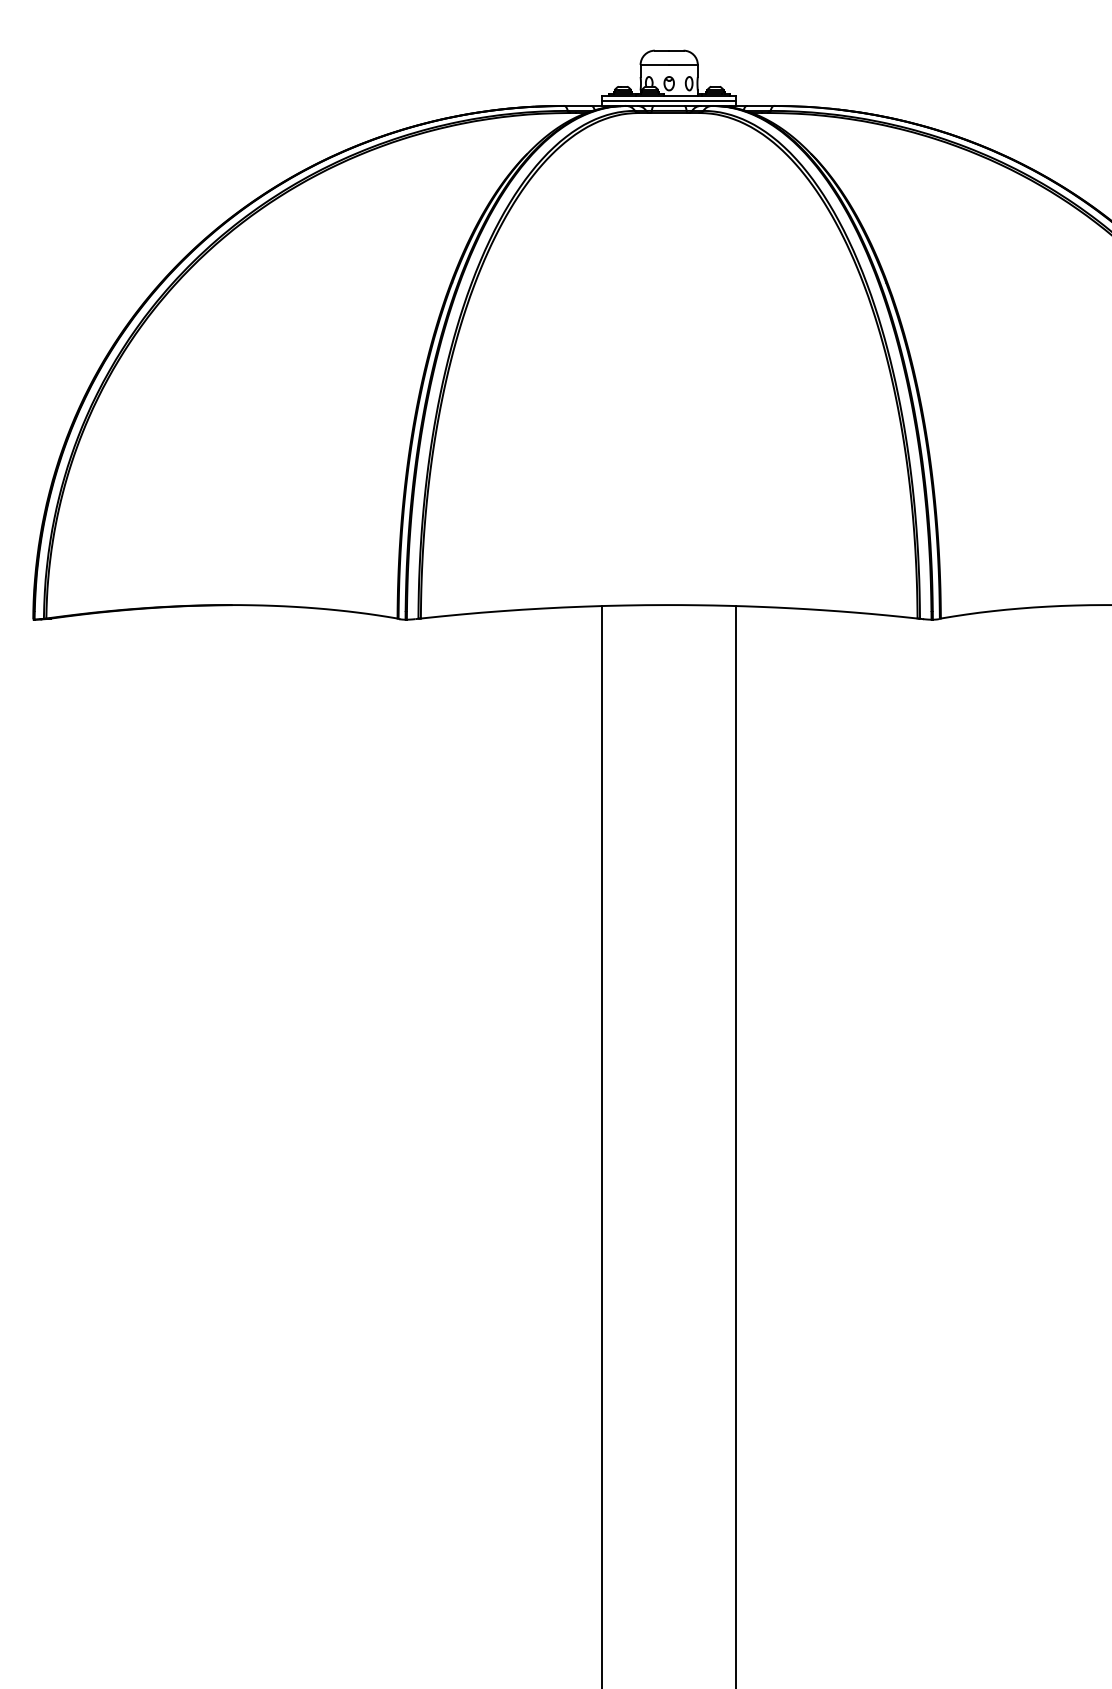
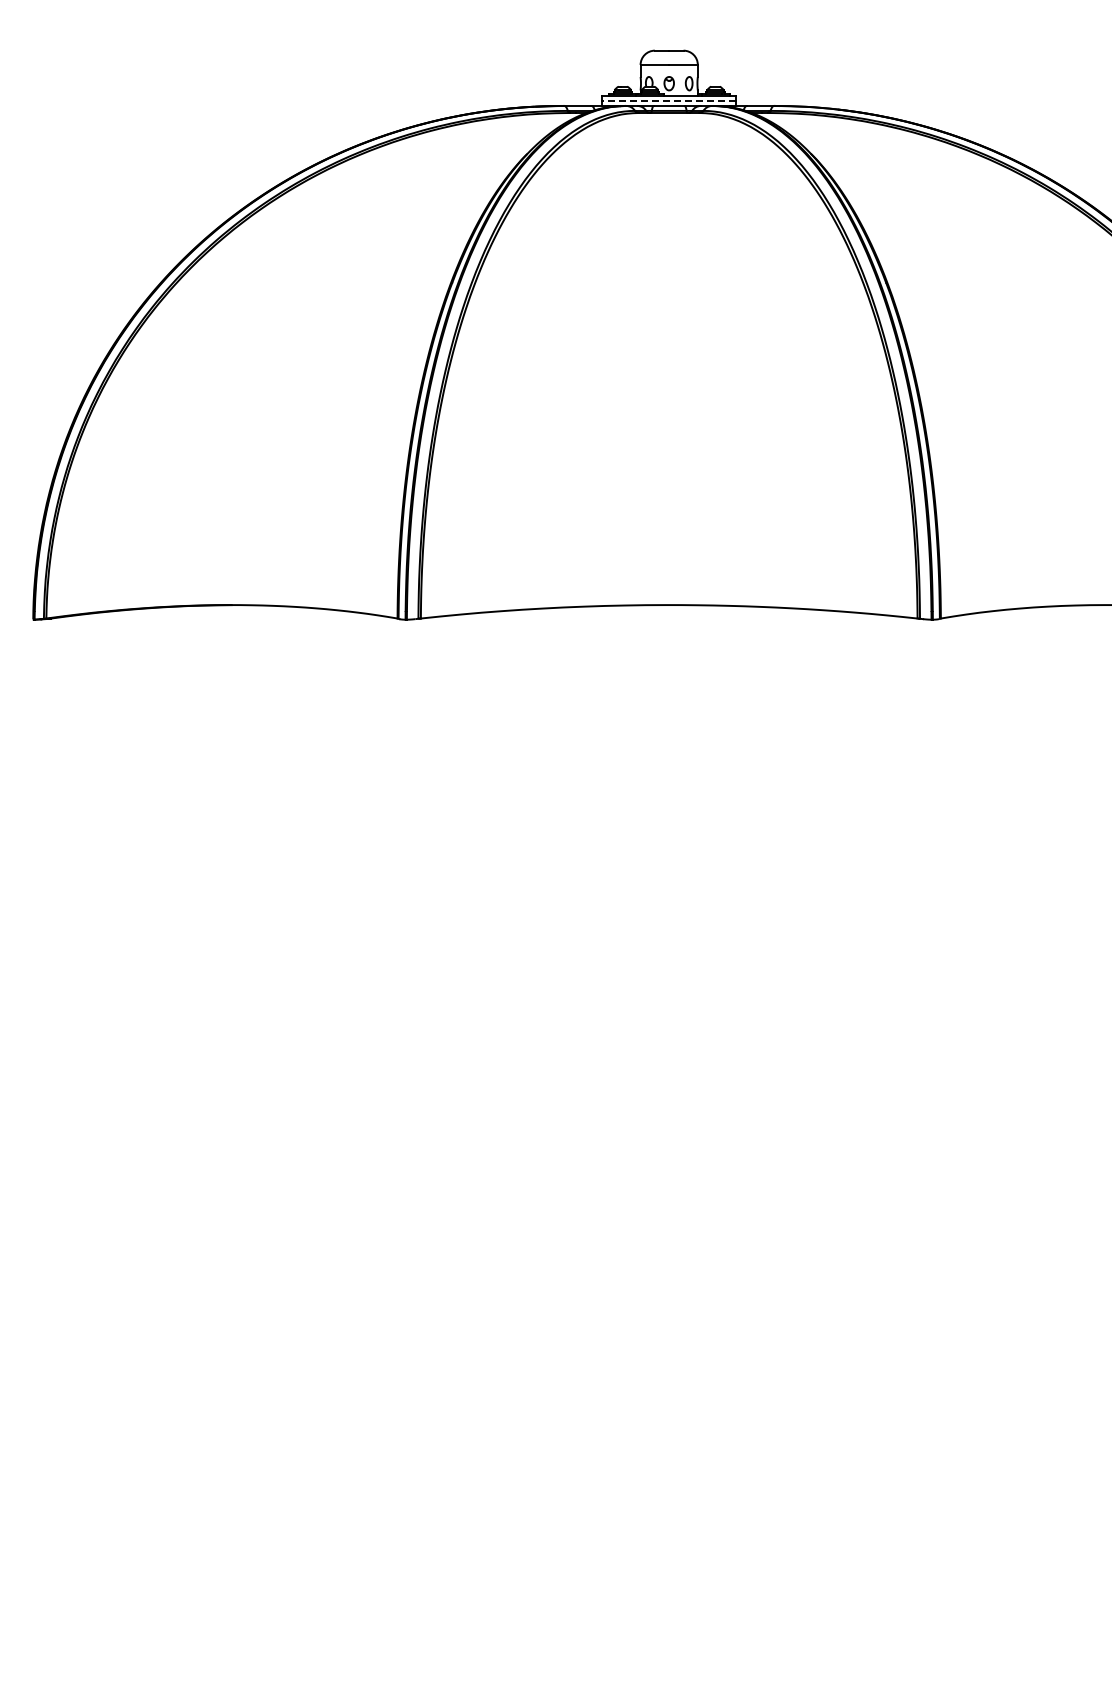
line at (669, 101): solid -> dashed
line at (602, 1145): present -> none
line at (736, 1145): present -> none
